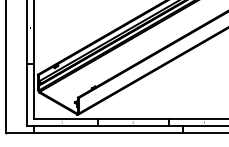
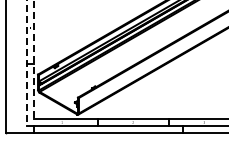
line at (33, 60): solid -> dashed
line at (26, 63): solid -> dashed
